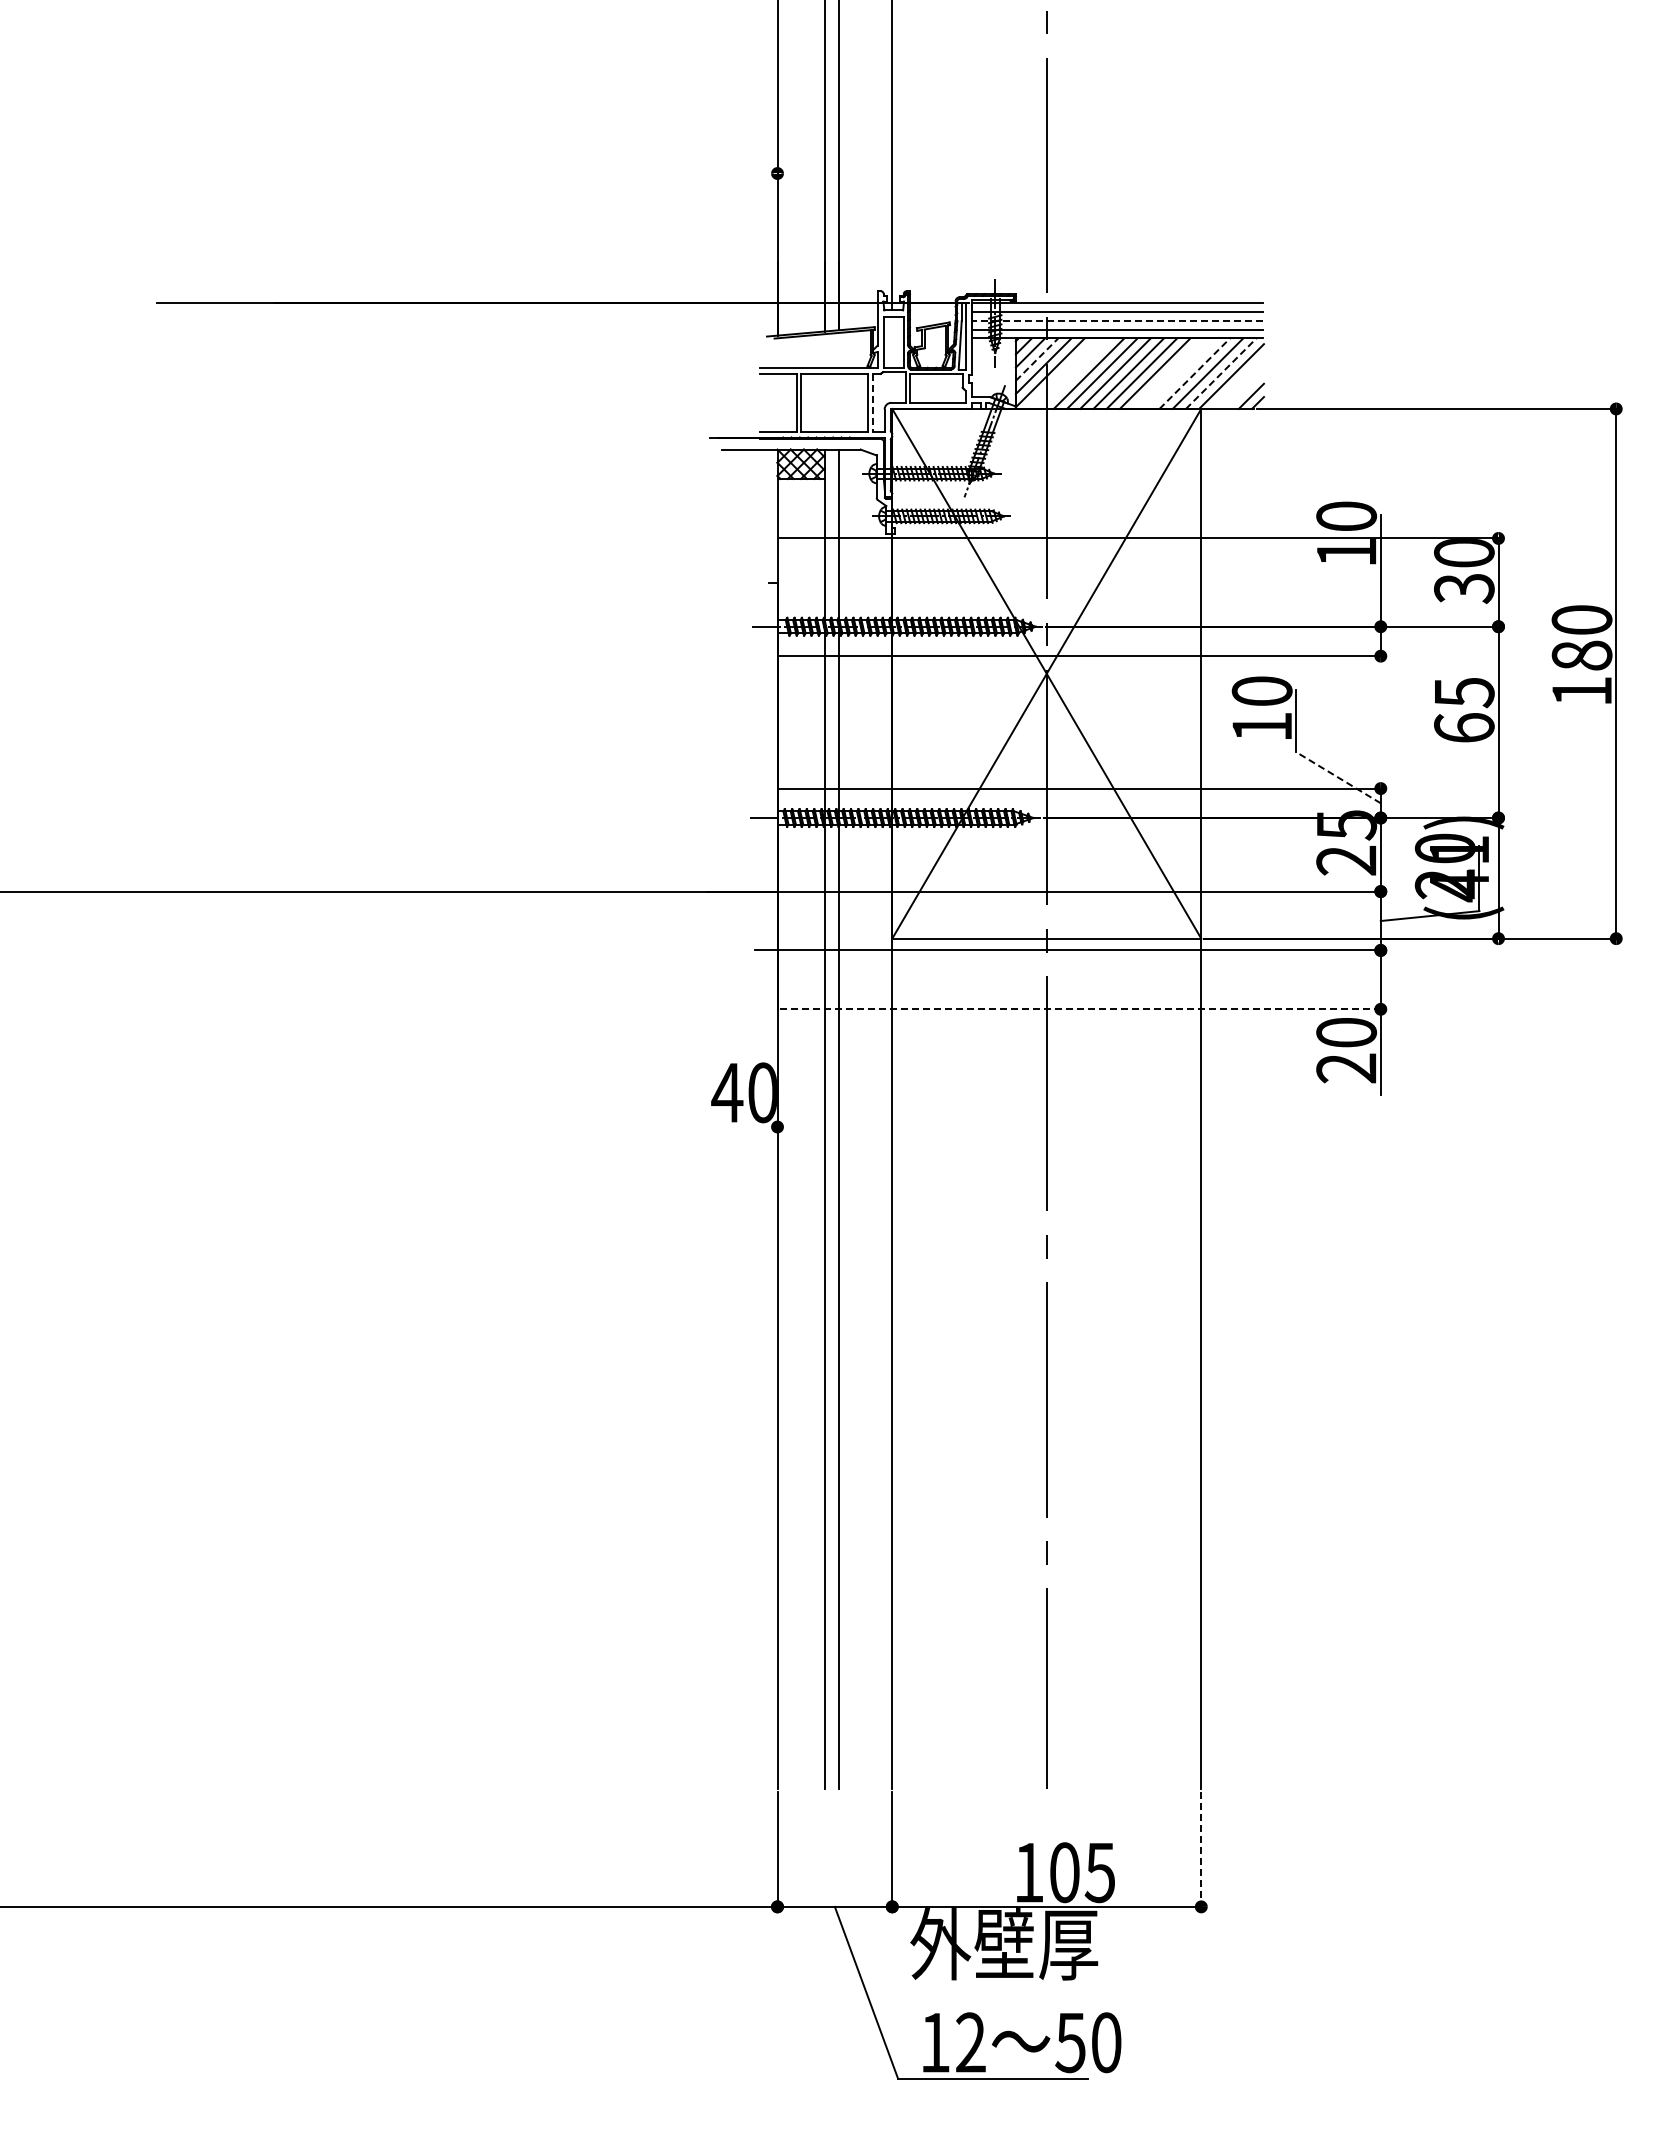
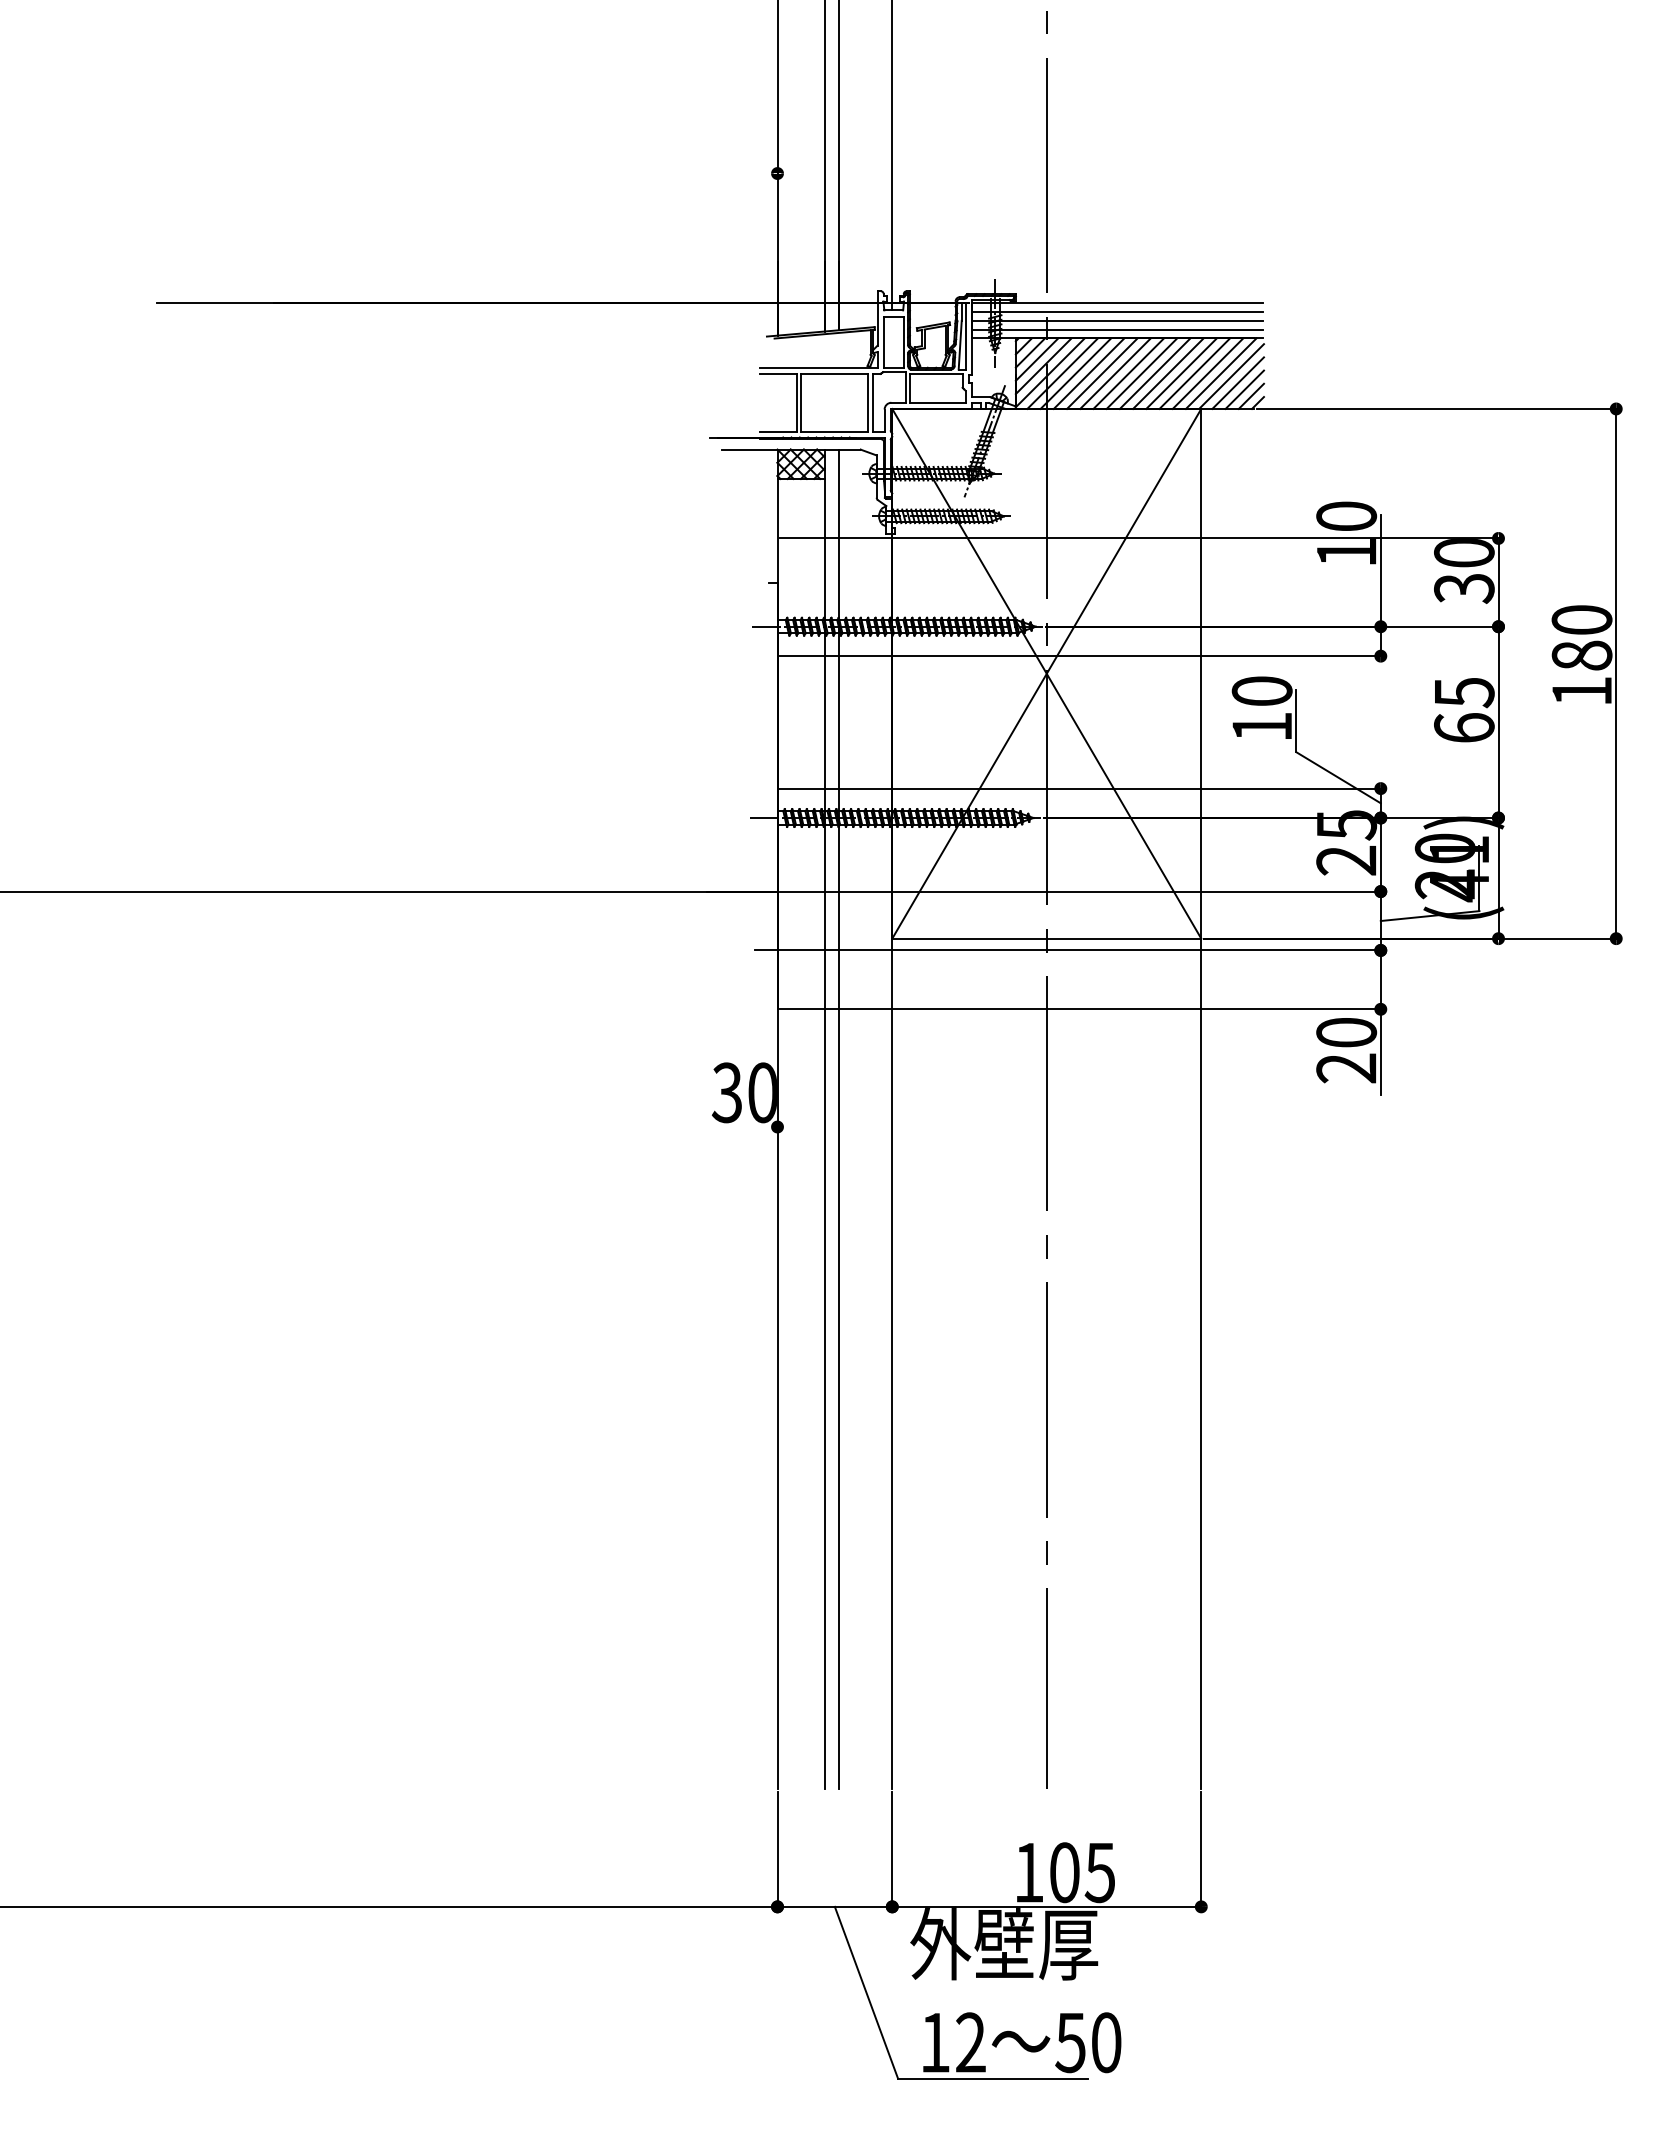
line at (1117, 320): dashed -> solid
line at (1037, 359): dashed -> solid
line at (1062, 373): none -> present
line at (1075, 373): none -> present
line at (1168, 373): none -> present
line at (1181, 373): none -> present
line at (1194, 373): dashed -> solid
line at (1221, 373): dashed -> solid
line at (1238, 382): none -> present
line at (1244, 389): none -> present
line at (872, 403): dashed -> solid
line at (1338, 777): dashed -> solid
line at (1082, 1009): dashed -> solid
text at (727, 1092): 40 -> 30
line at (1201, 1850): dashed -> solid
